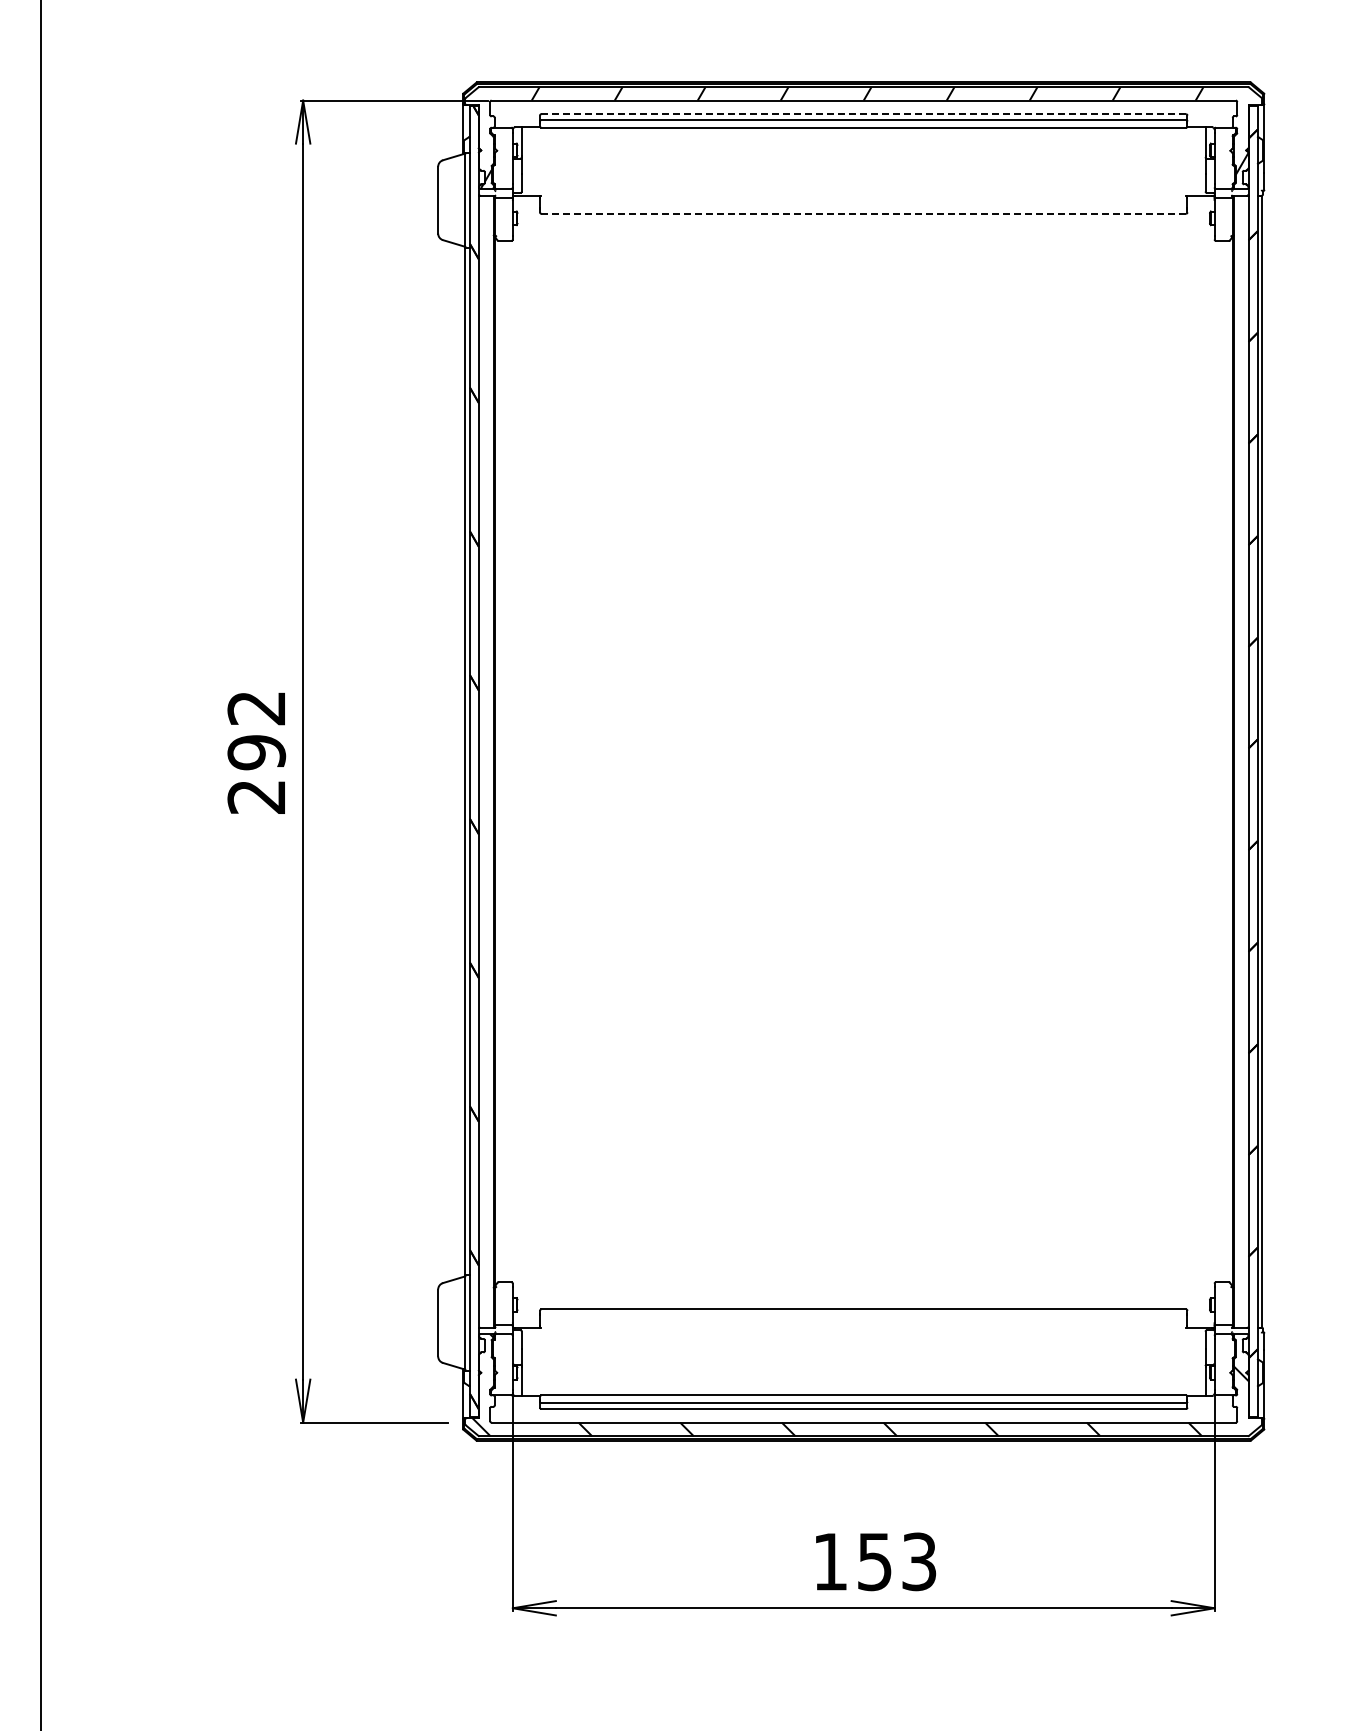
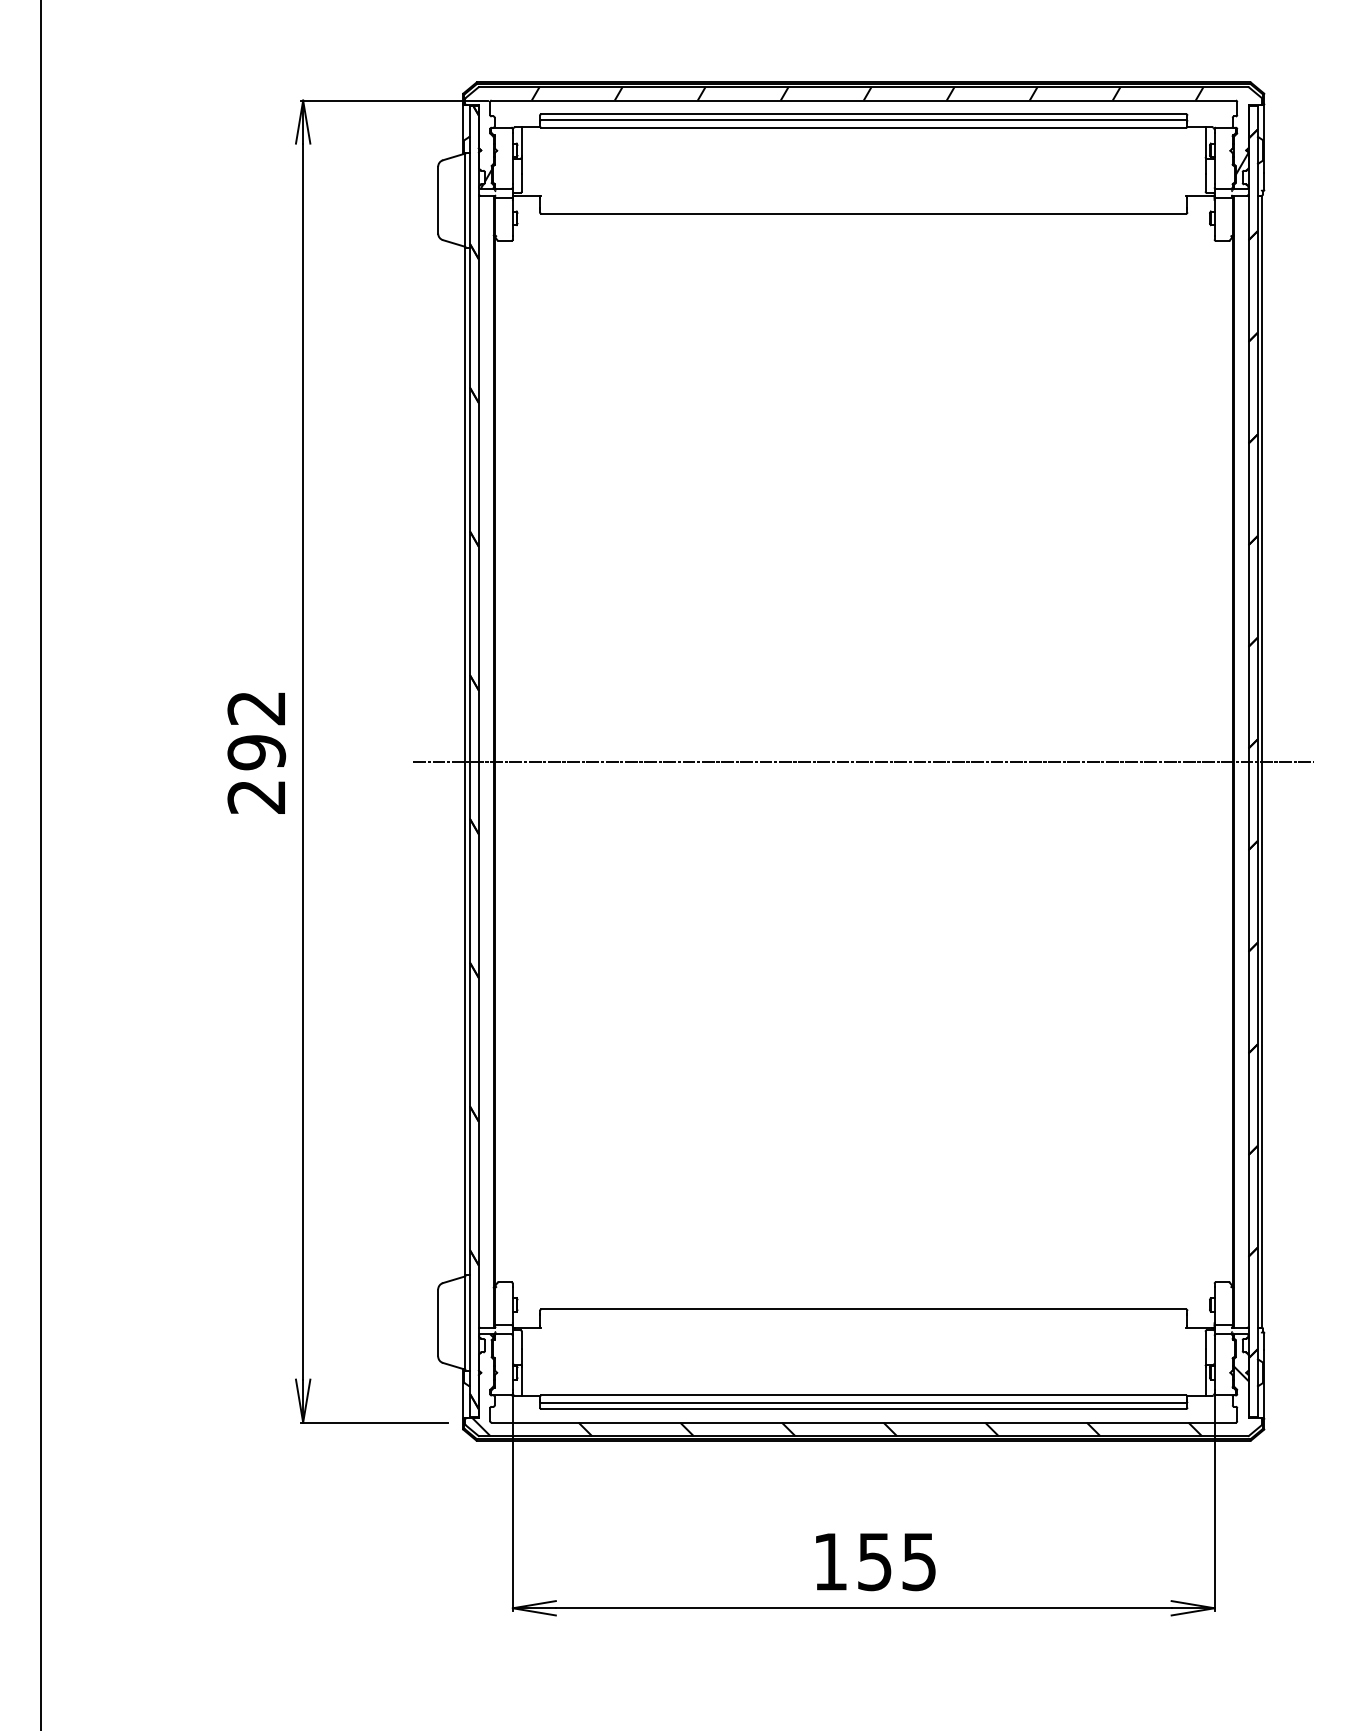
line at (863, 114): dashed -> solid
line at (864, 213): dashed -> solid
line at (863, 761): none -> present
text at (919, 1561): 153 -> 155
